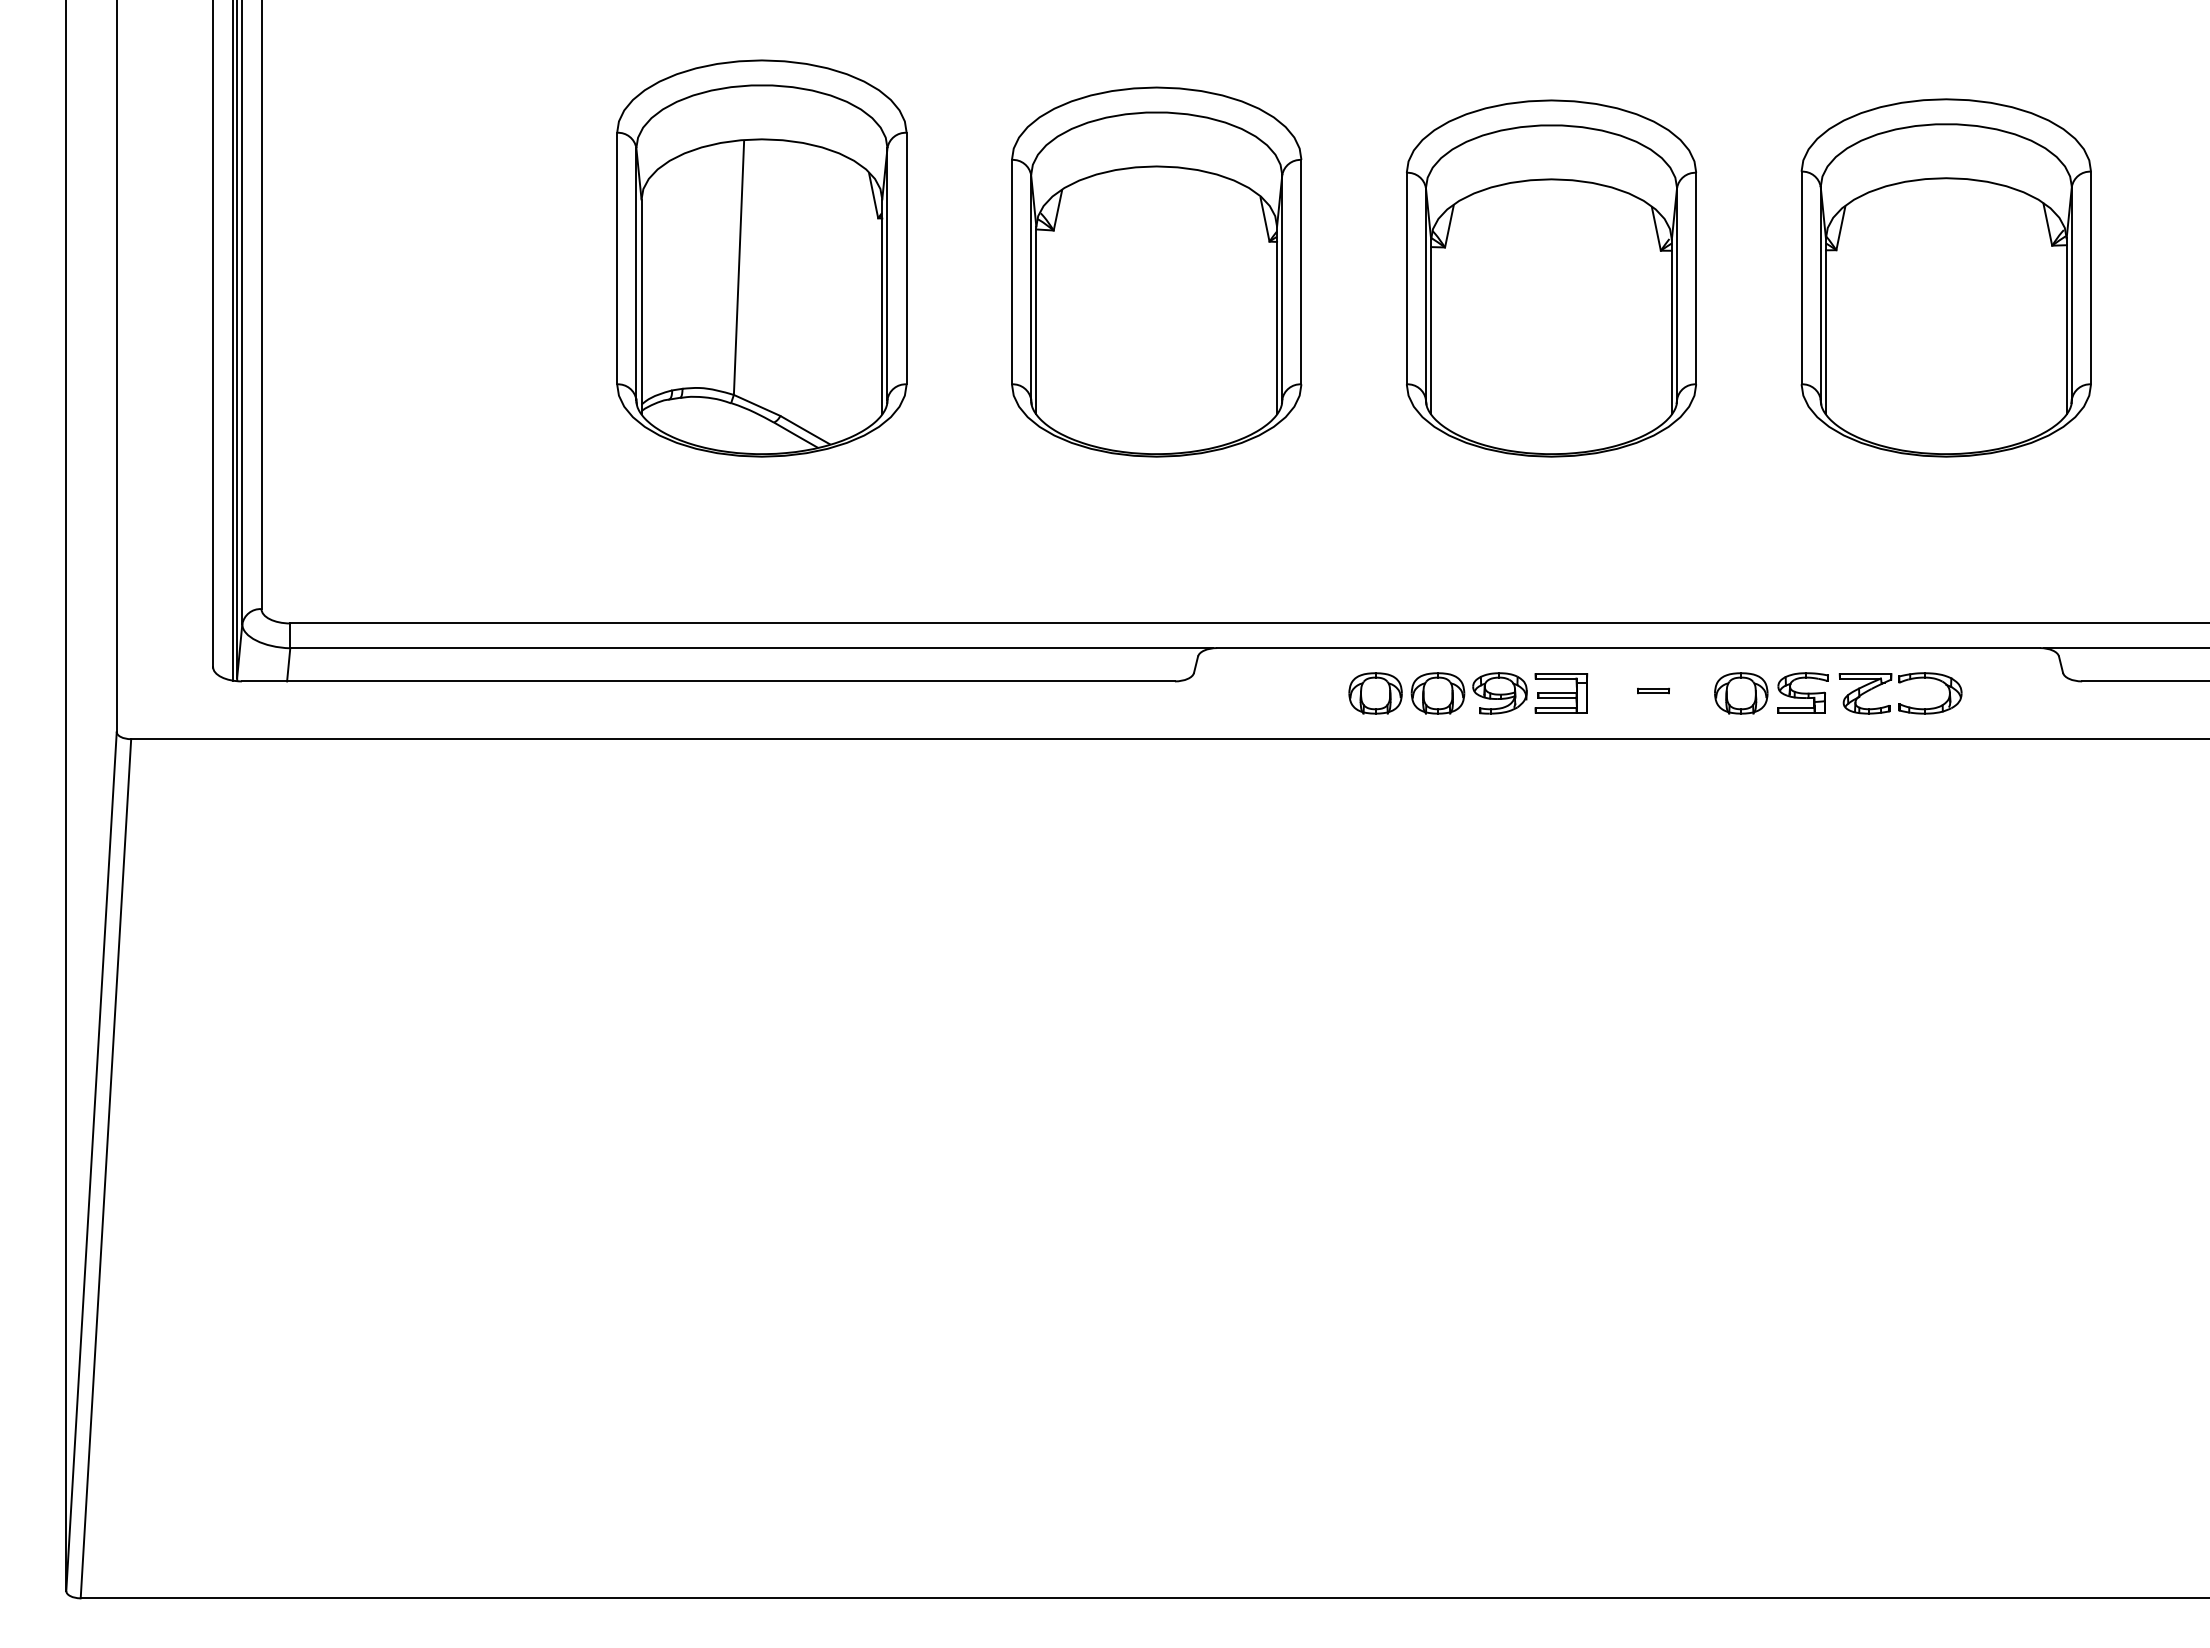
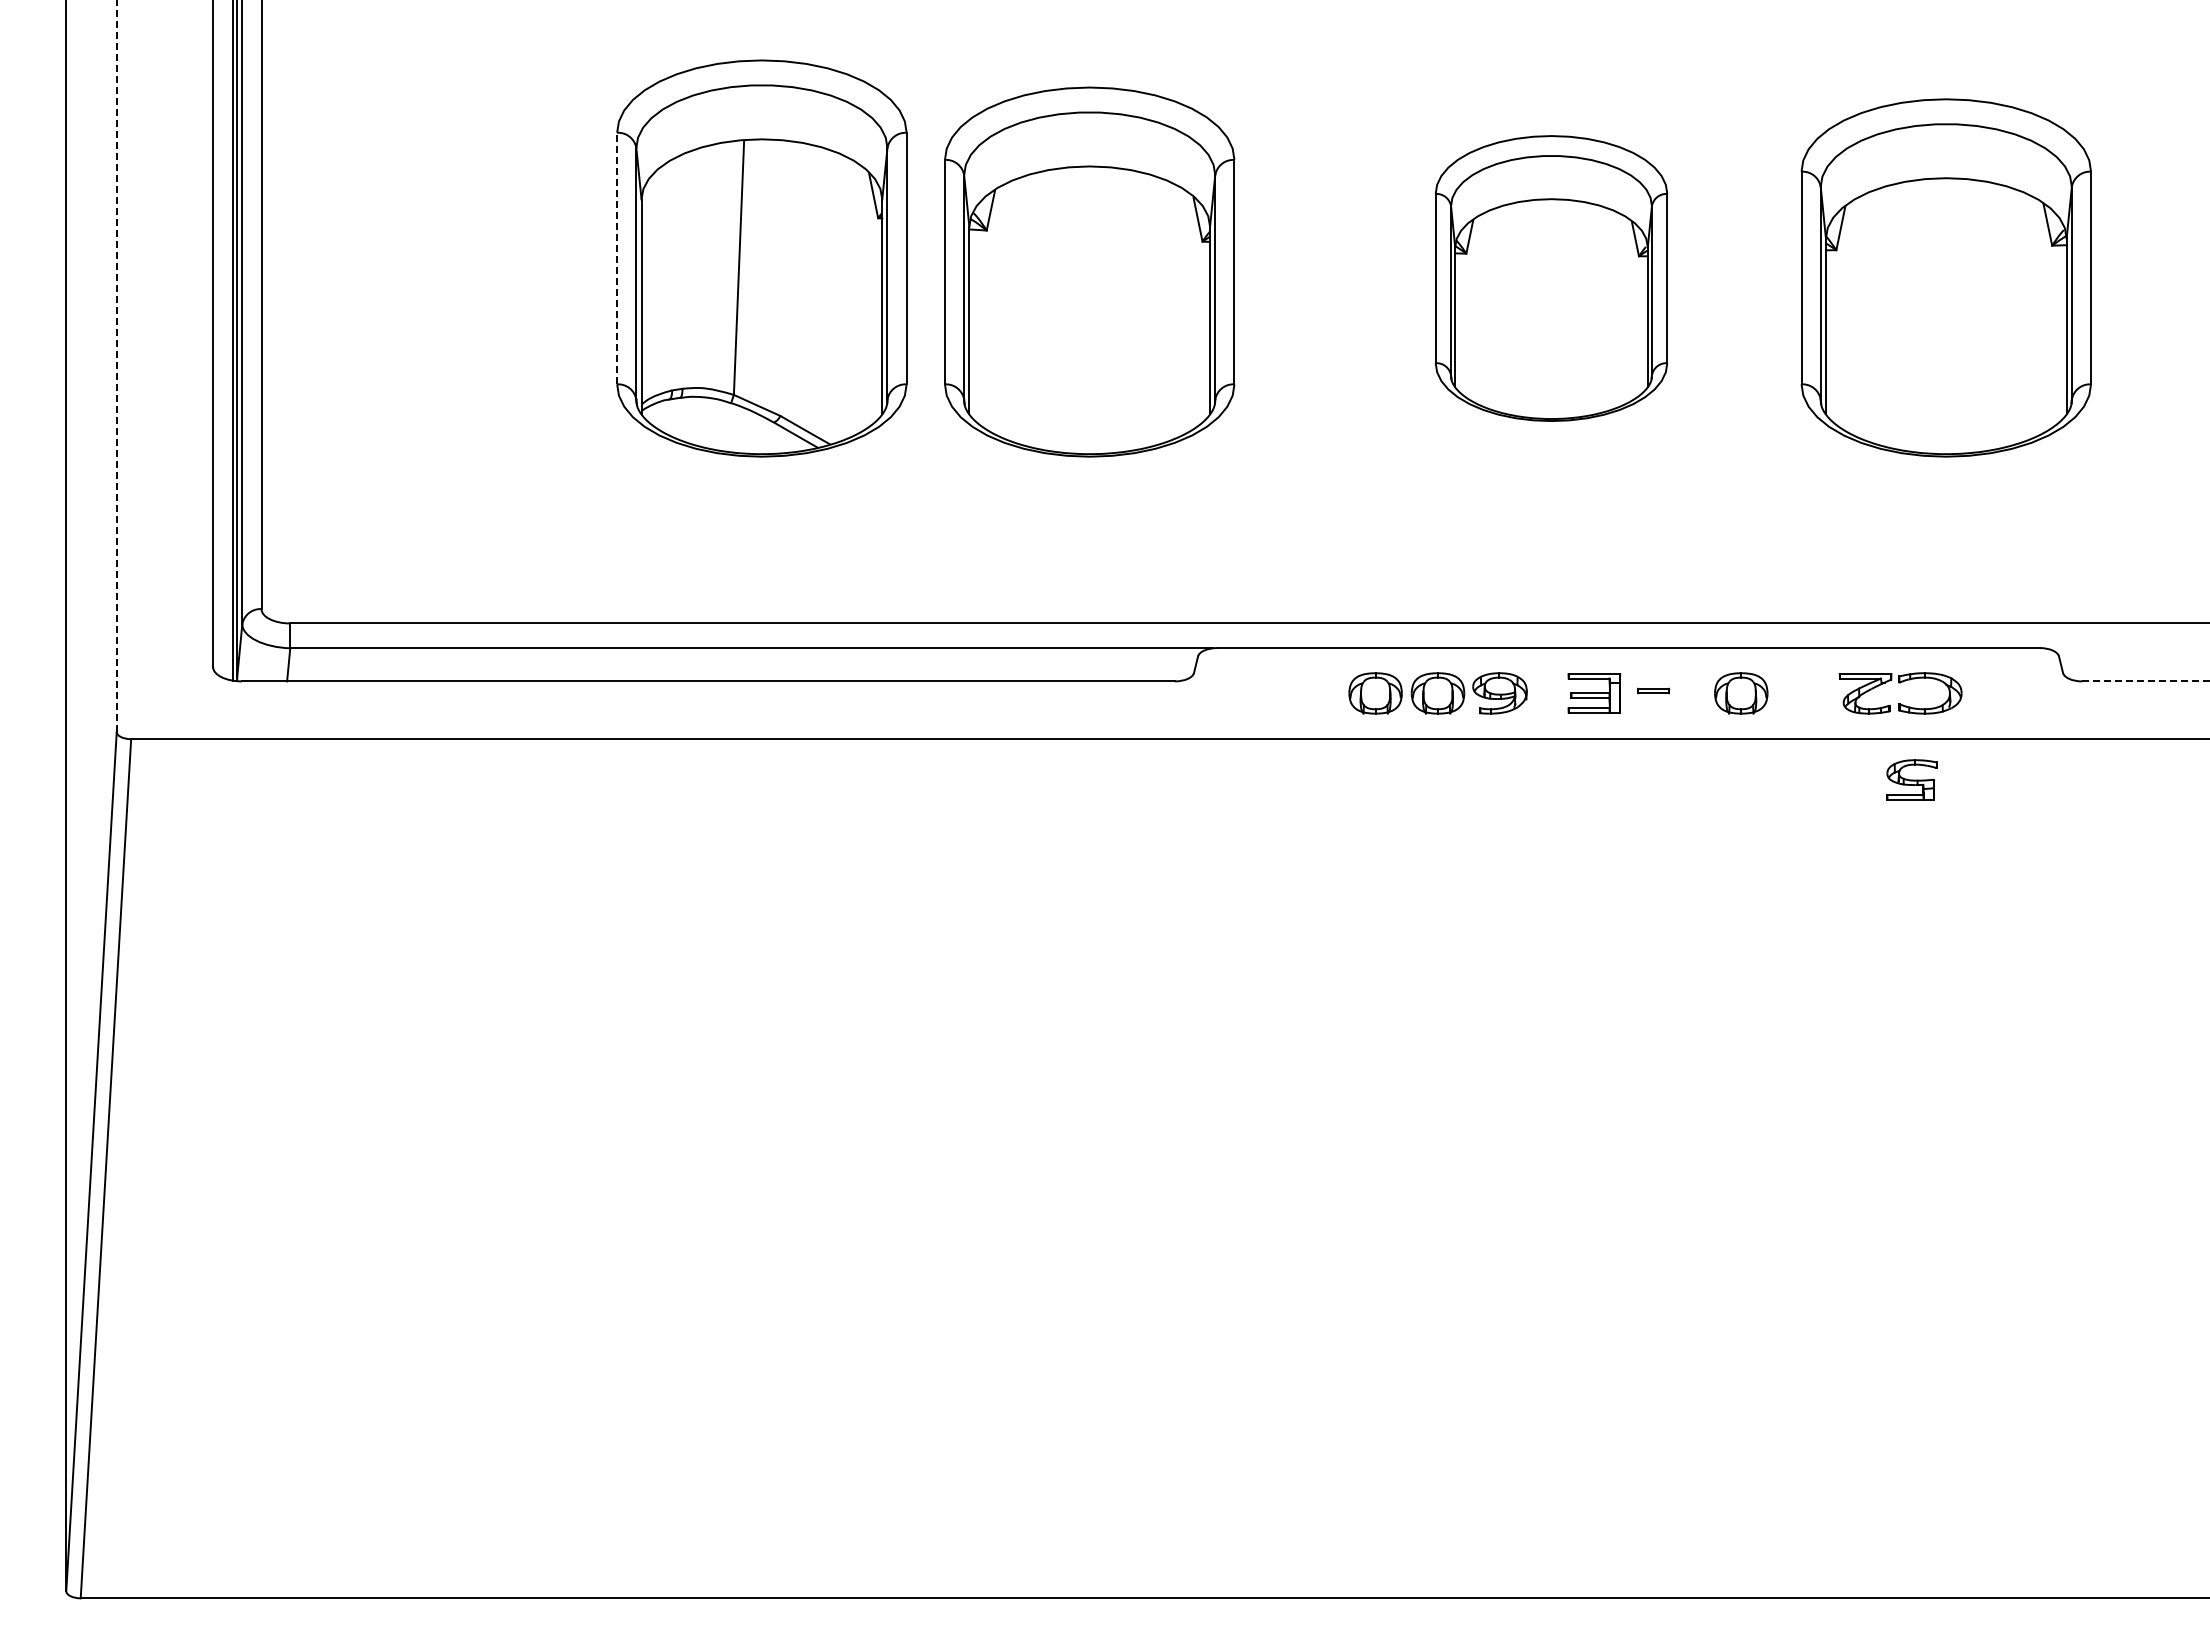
line at (617, 258): solid -> dashed
part at (1156, 271) position: (1156, 271) -> (1089, 271)
part at (1551, 278) size: 291x359 px -> 235x287 px
line at (116, 366): solid -> dashed
line at (2125, 648): present -> none
line at (2146, 681): solid -> dashed
part at (1802, 692) position: (1802, 692) -> (1911, 779)
part at (1561, 693) position: (1561, 693) -> (1594, 693)
